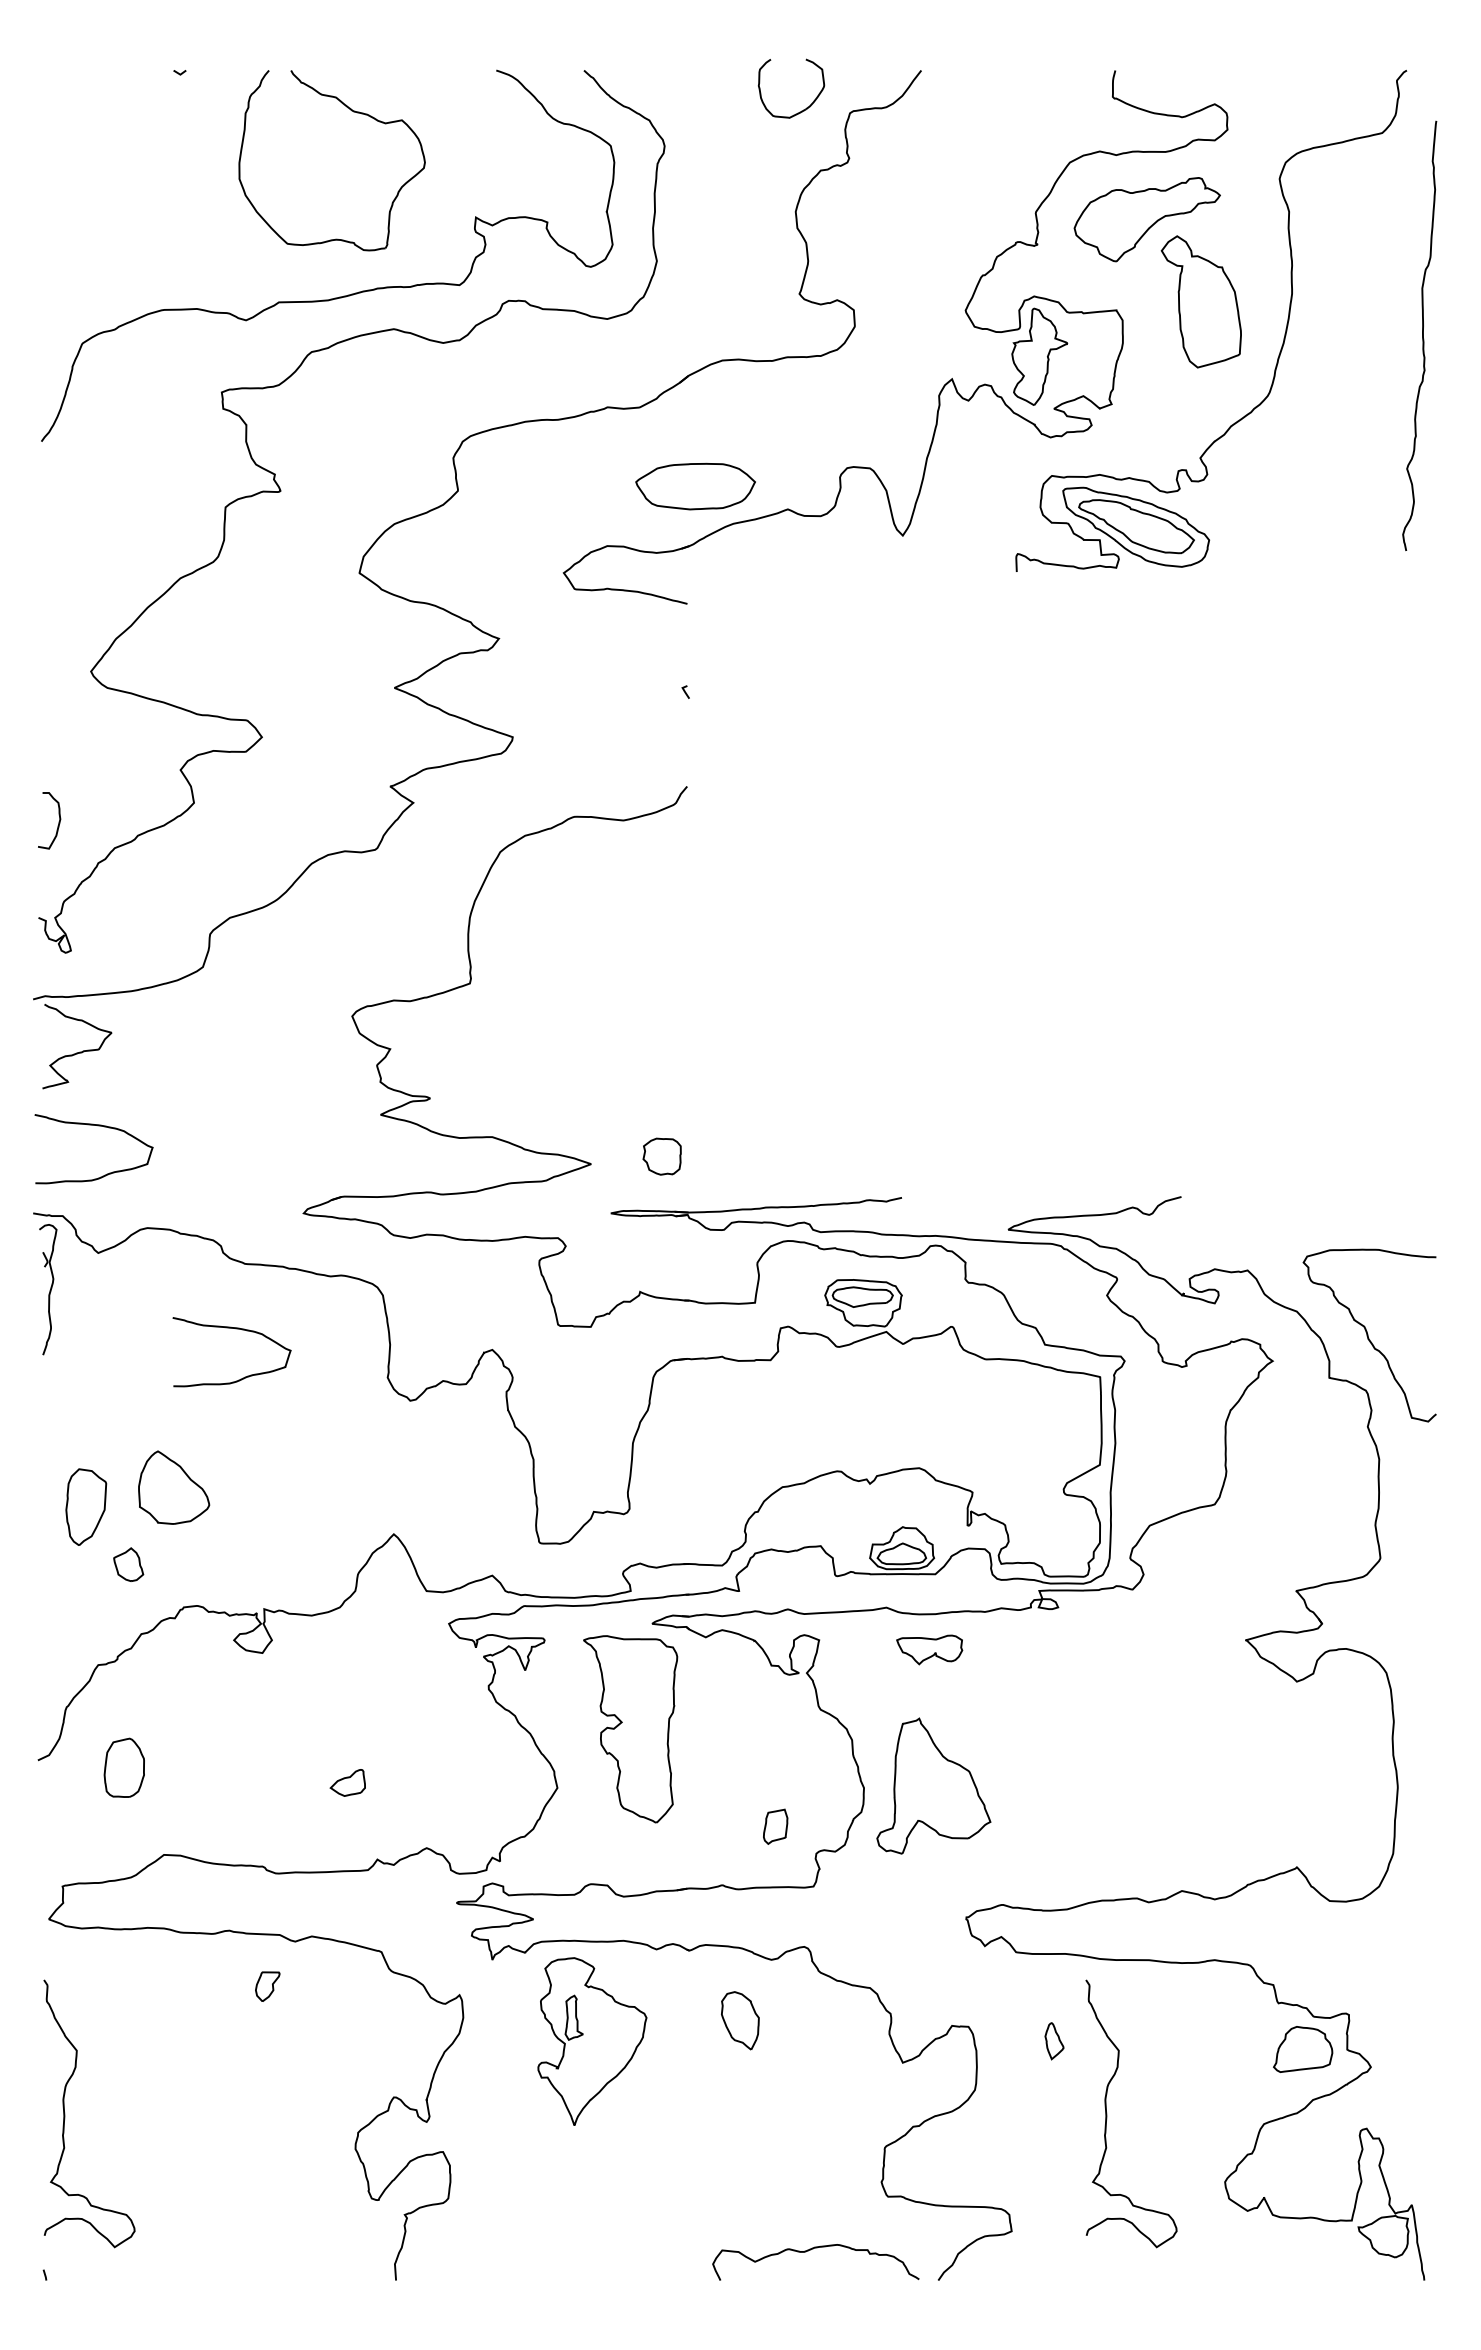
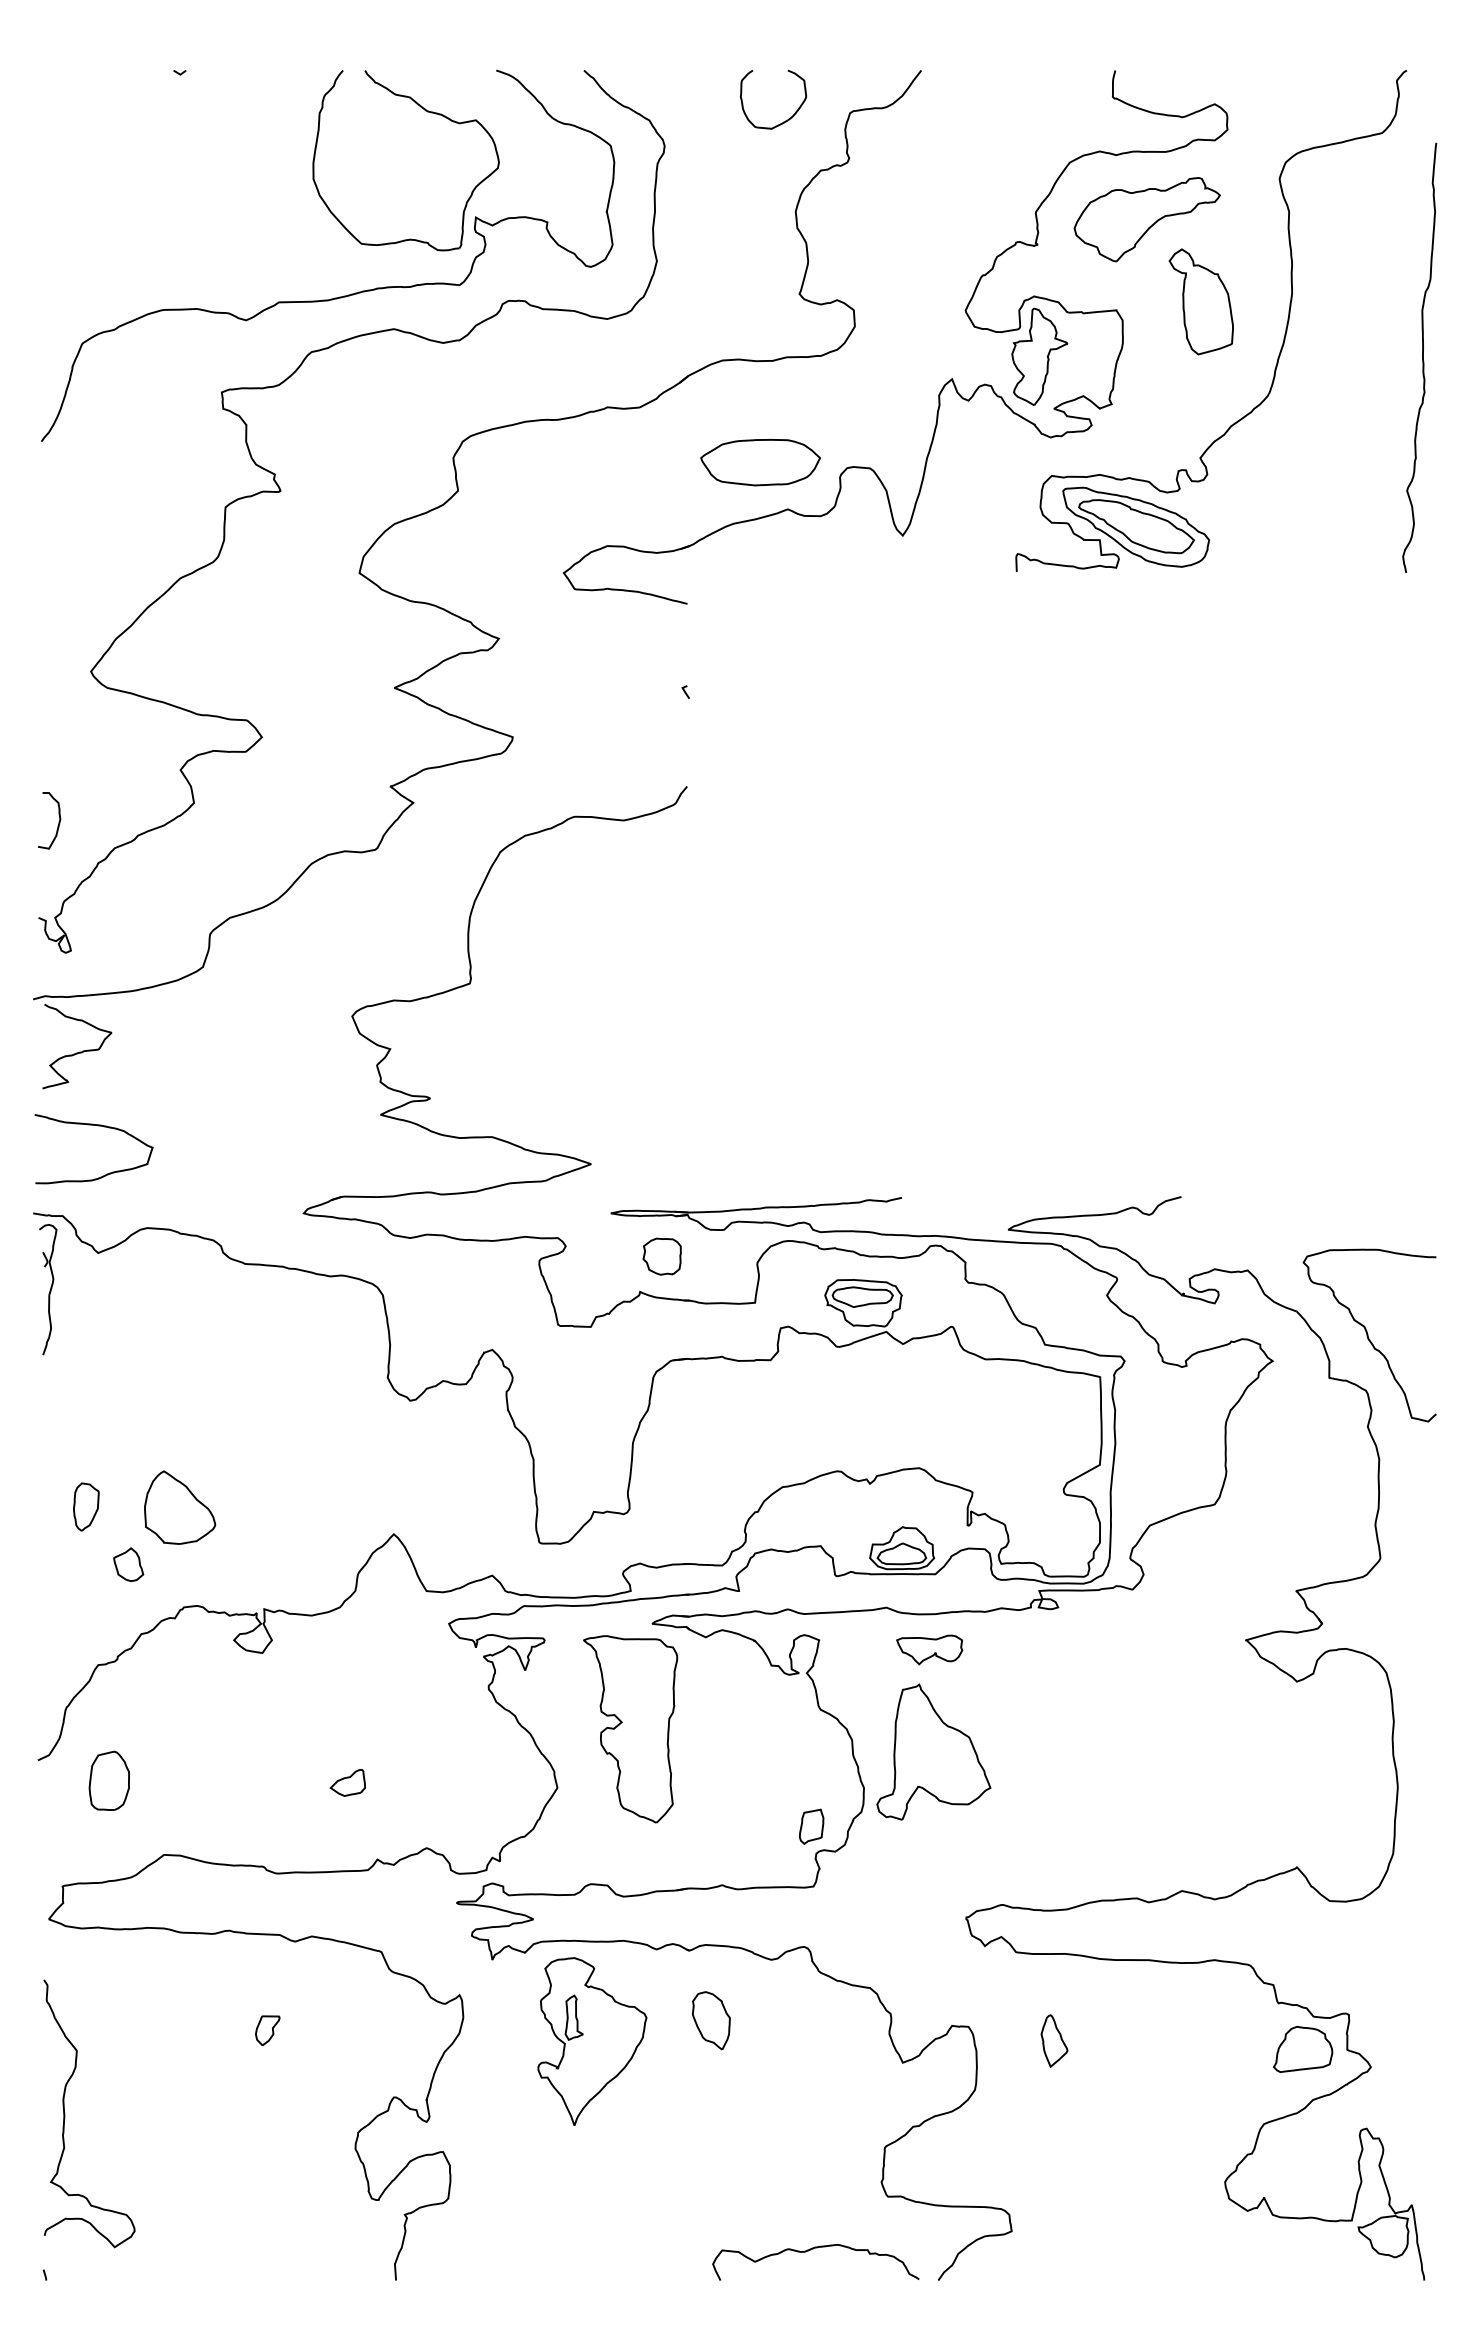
part at (801, 110) position: (801, 110) -> (783, 121)
part at (353, 112) position: (353, 112) -> (427, 112)
part at (1200, 301) size: 82x134 px -> 66x108 px
curve at (1422, 335) position: (1422, 335) -> (1422, 357)
part at (695, 486) position: (695, 486) -> (760, 462)
part at (661, 1156) position: (661, 1156) -> (661, 1256)
curve at (235, 1329): present -> none
part at (174, 1487) position: (174, 1487) -> (180, 1507)
part at (86, 1506) size: 43x78 px -> 27x50 px
part at (123, 1767) position: (123, 1767) -> (108, 1780)
part at (933, 1785) position: (933, 1785) -> (933, 1751)
part at (775, 1826) position: (775, 1826) -> (811, 1826)
part at (267, 1986) position: (267, 1986) -> (267, 2030)
part at (740, 2020) position: (740, 2020) -> (711, 2020)
part at (1054, 2041) size: 21x39 px -> 29x55 px
curve at (1107, 2113): present -> none
